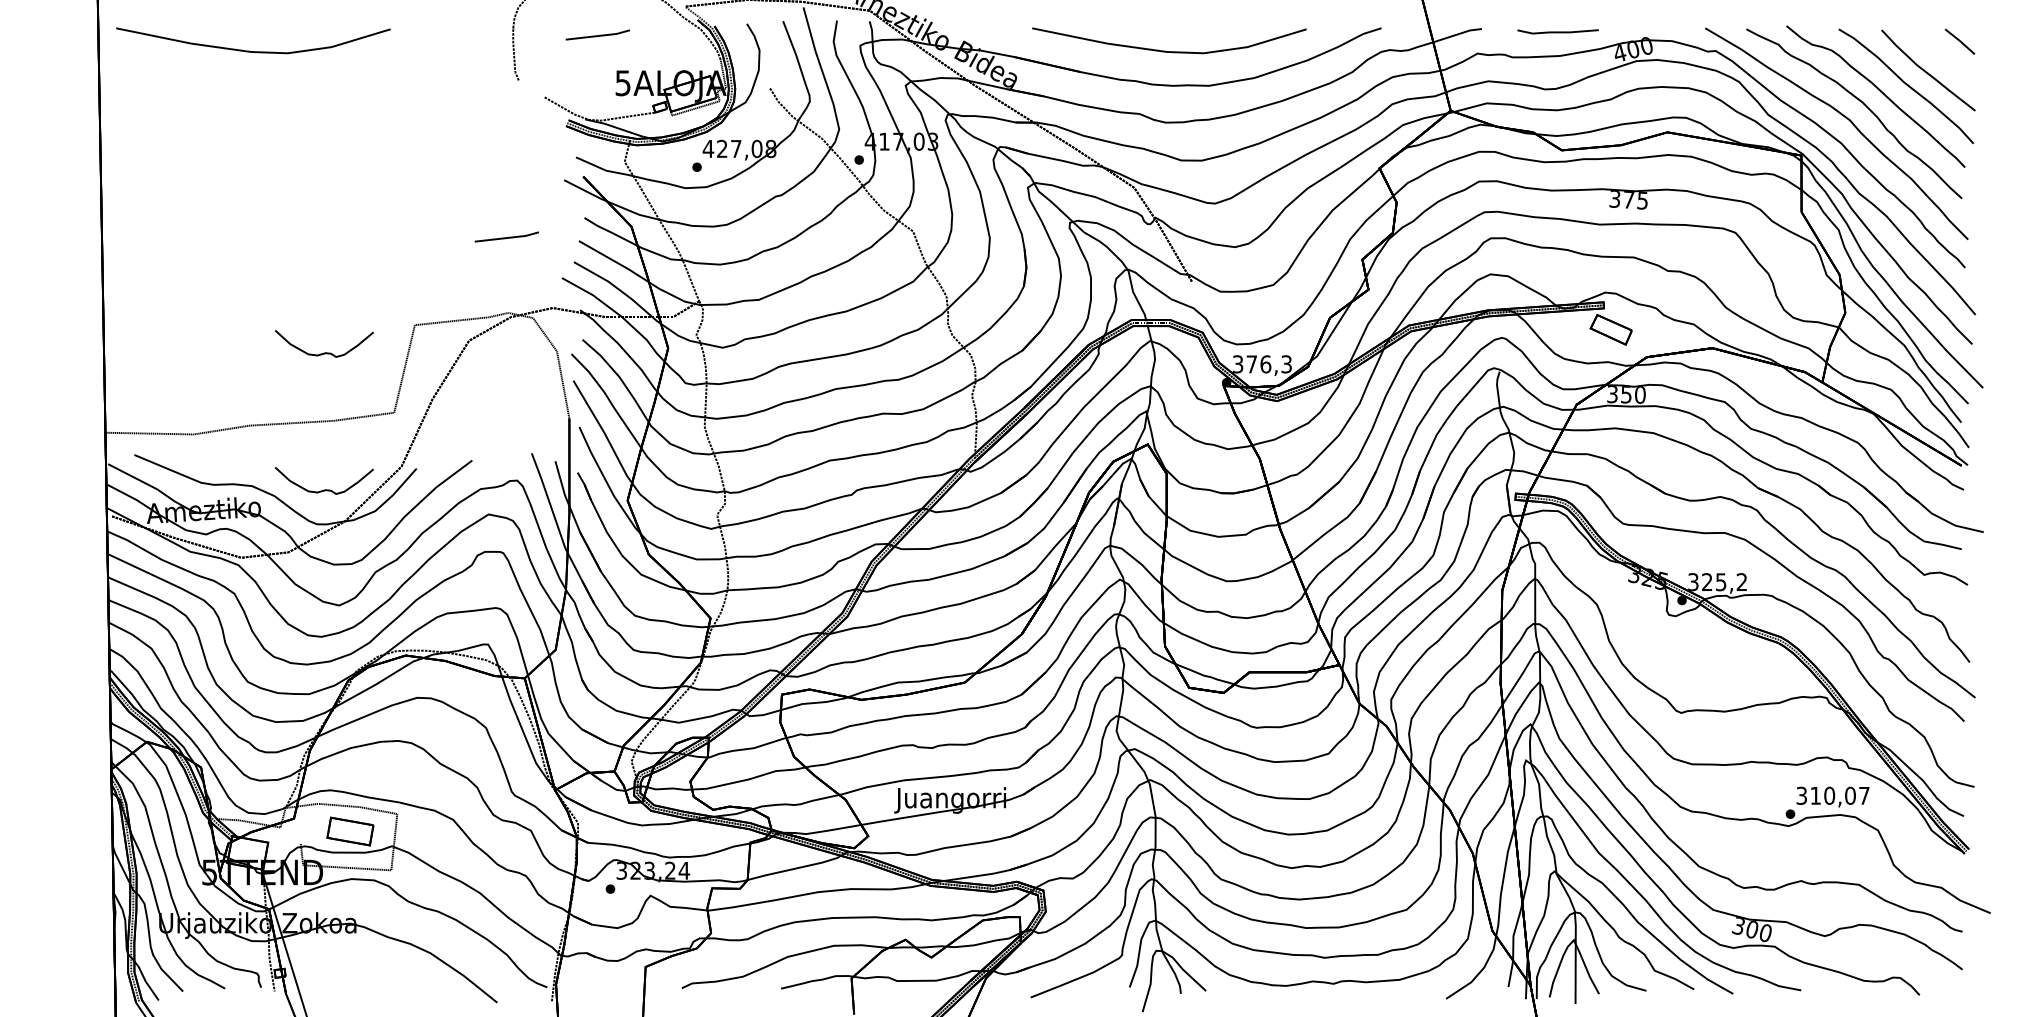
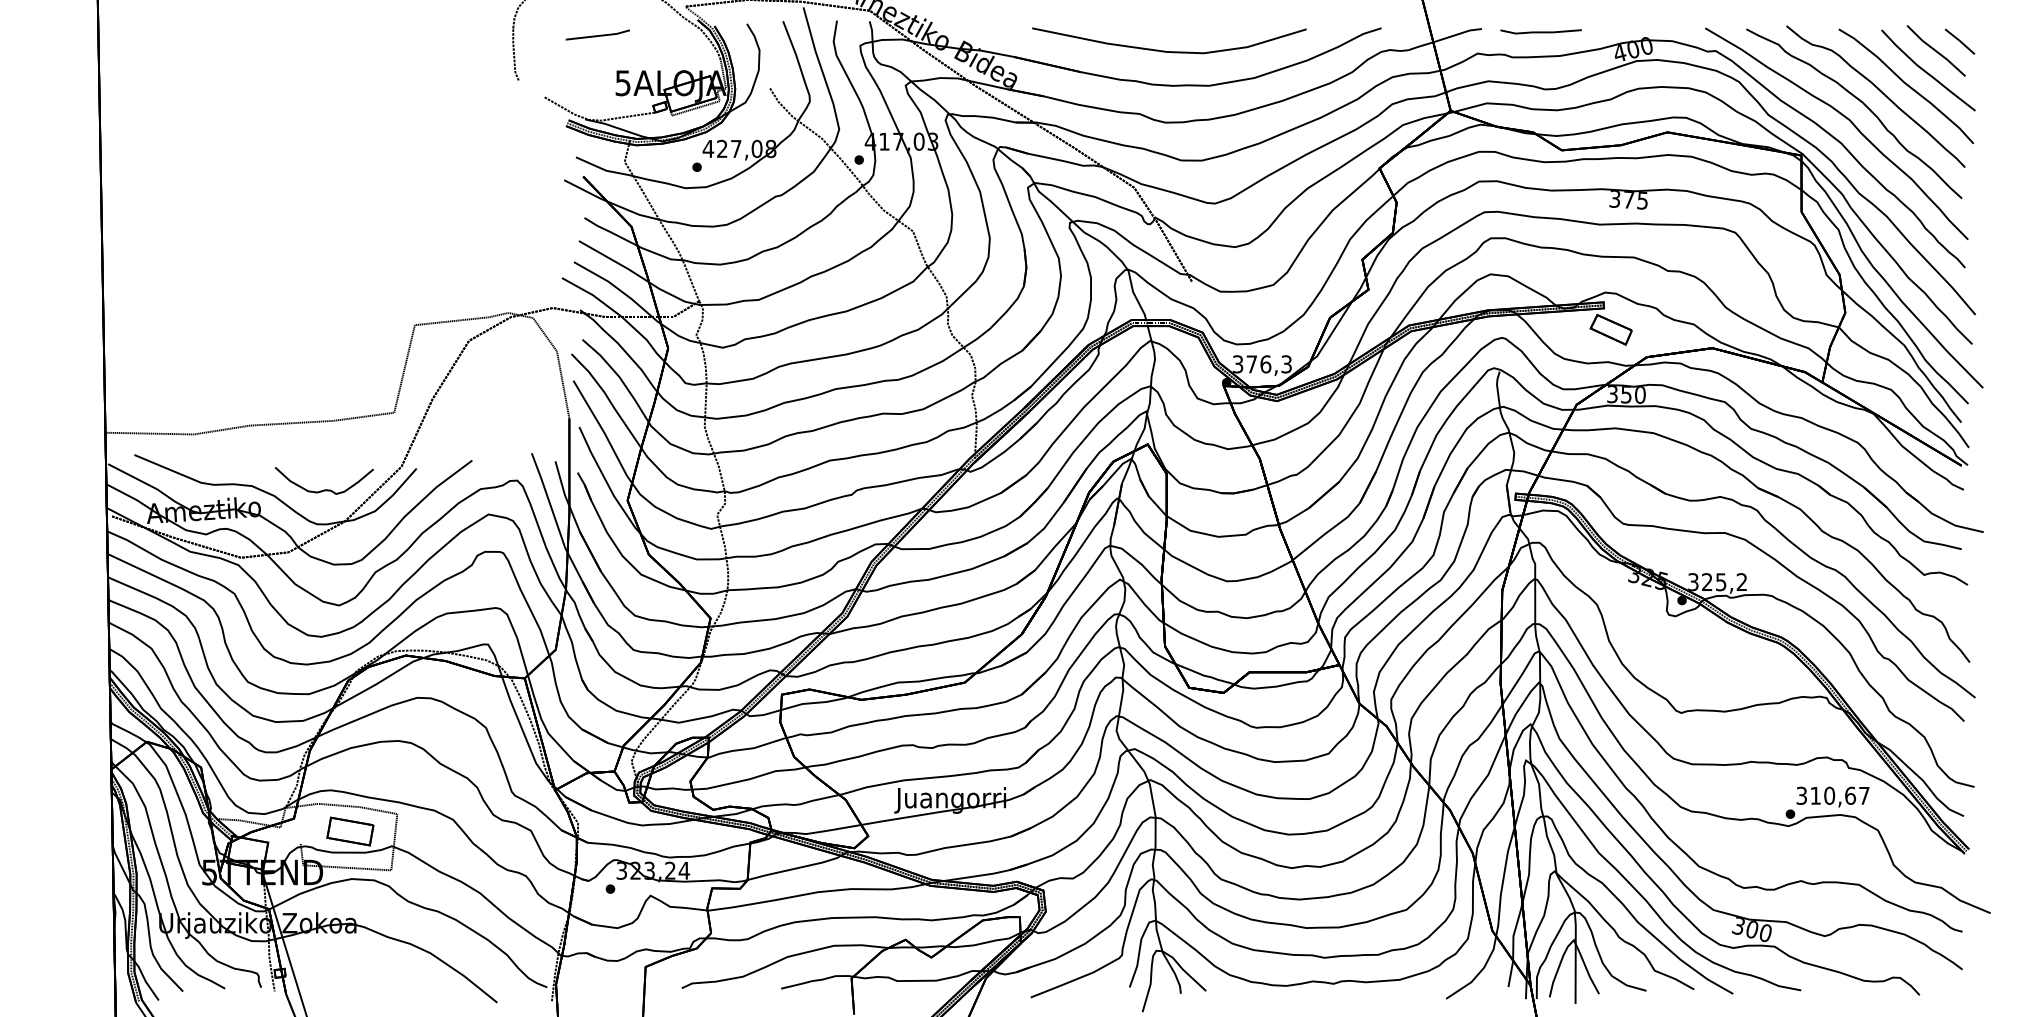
line at (1557, 31) position: (1557, 31) -> (1540, 31)
curve at (249, 50): present -> none
line at (1935, 50): none -> present
line at (506, 237): present -> none
curve at (323, 352): present -> none
text at (1850, 795): 310,07 -> 310,67
